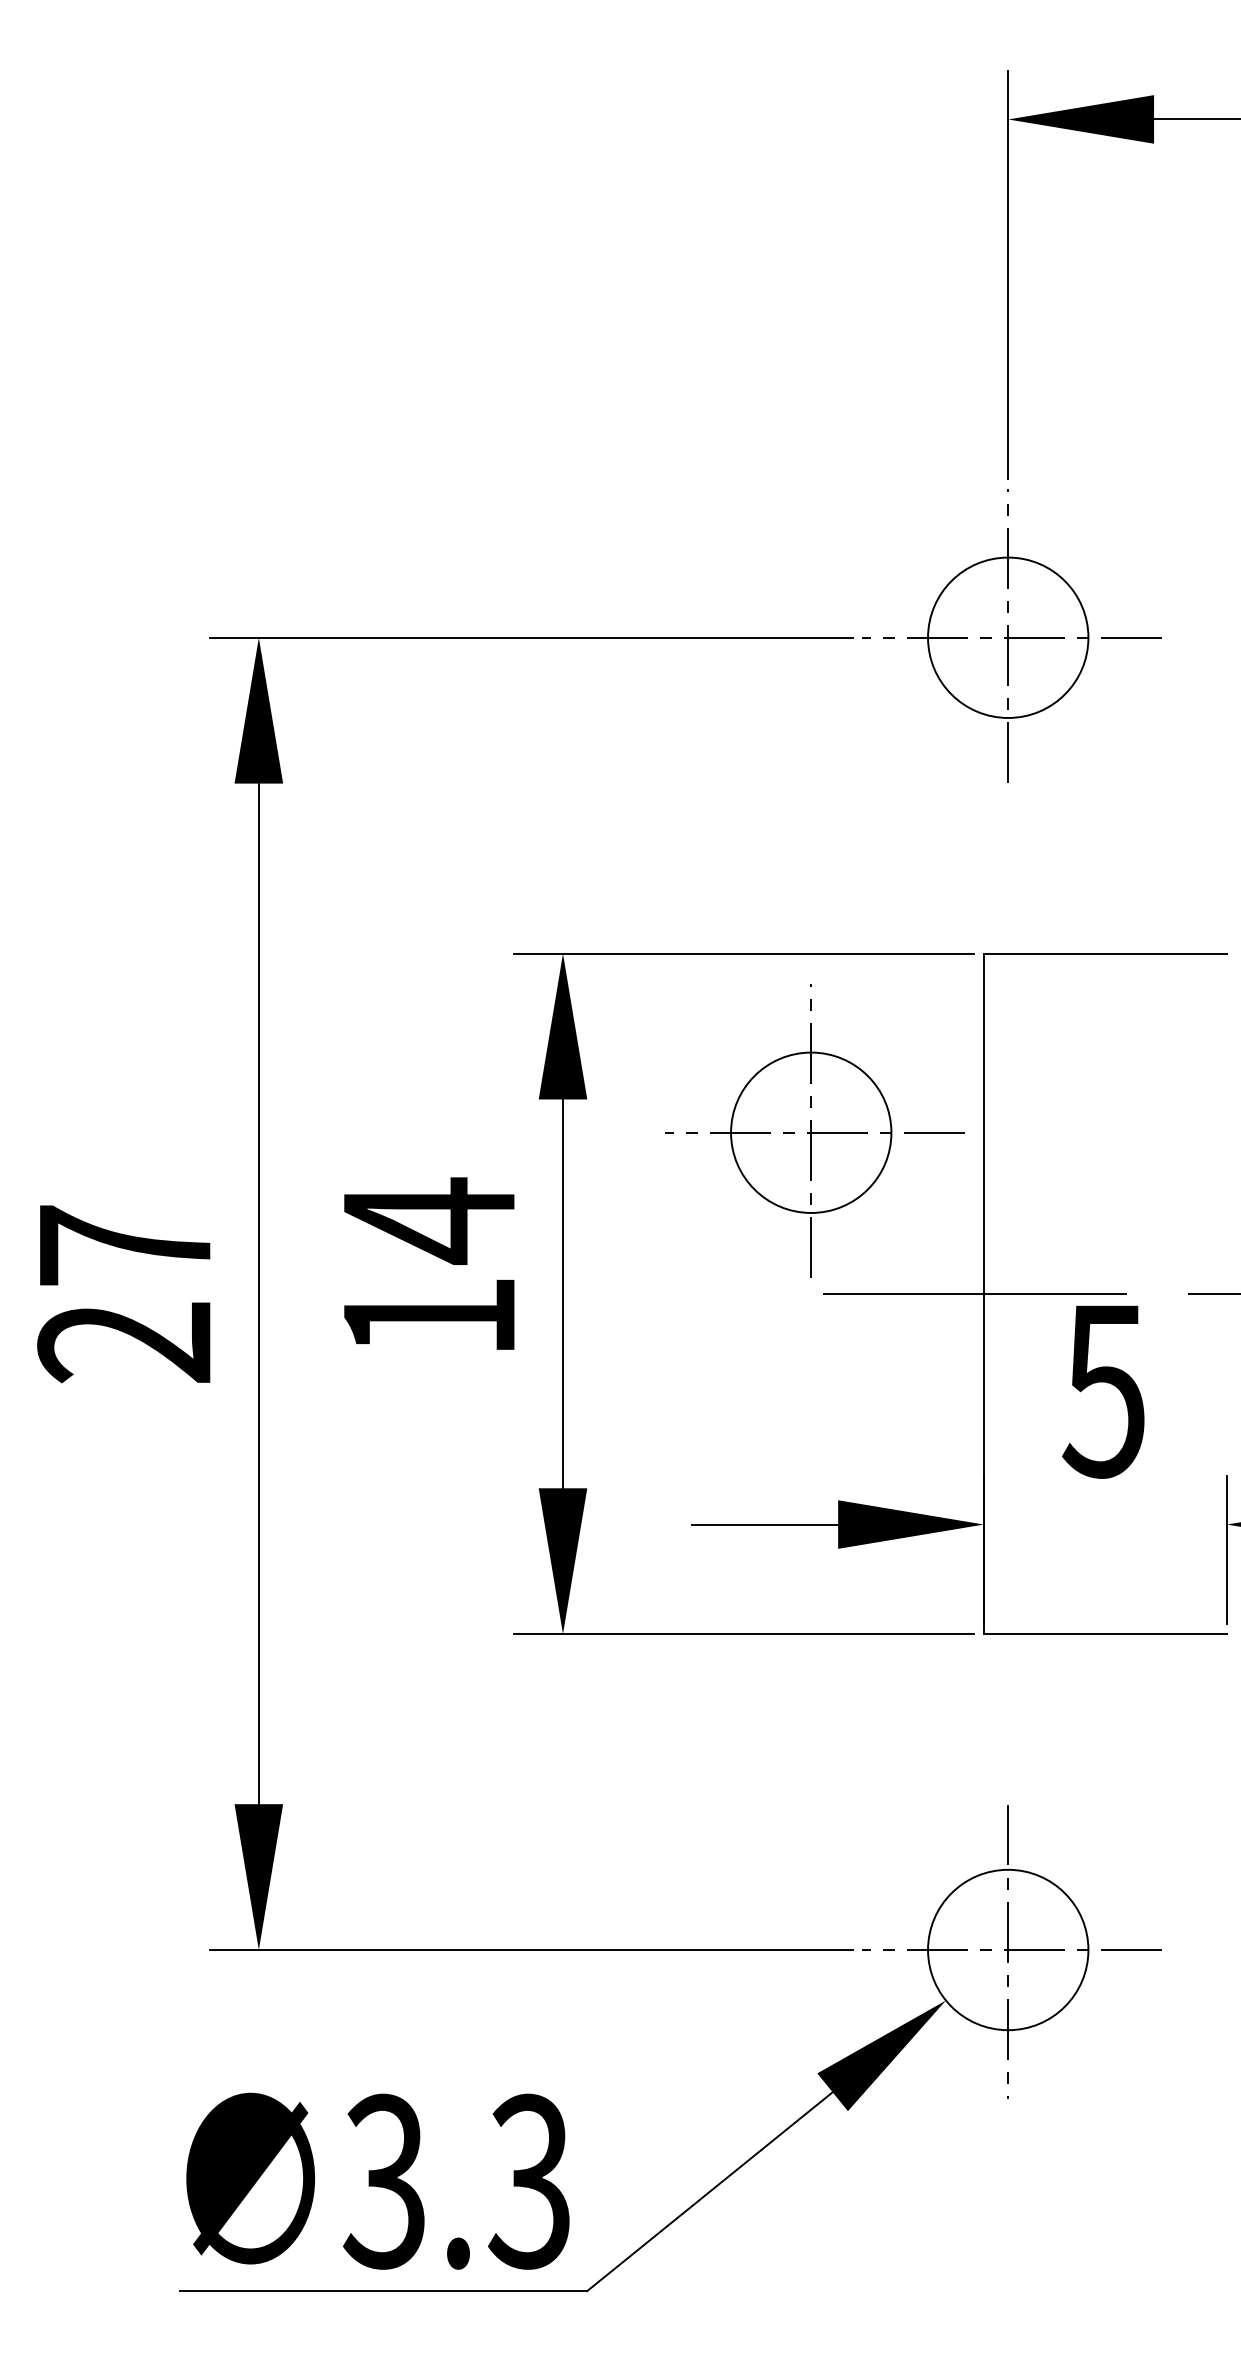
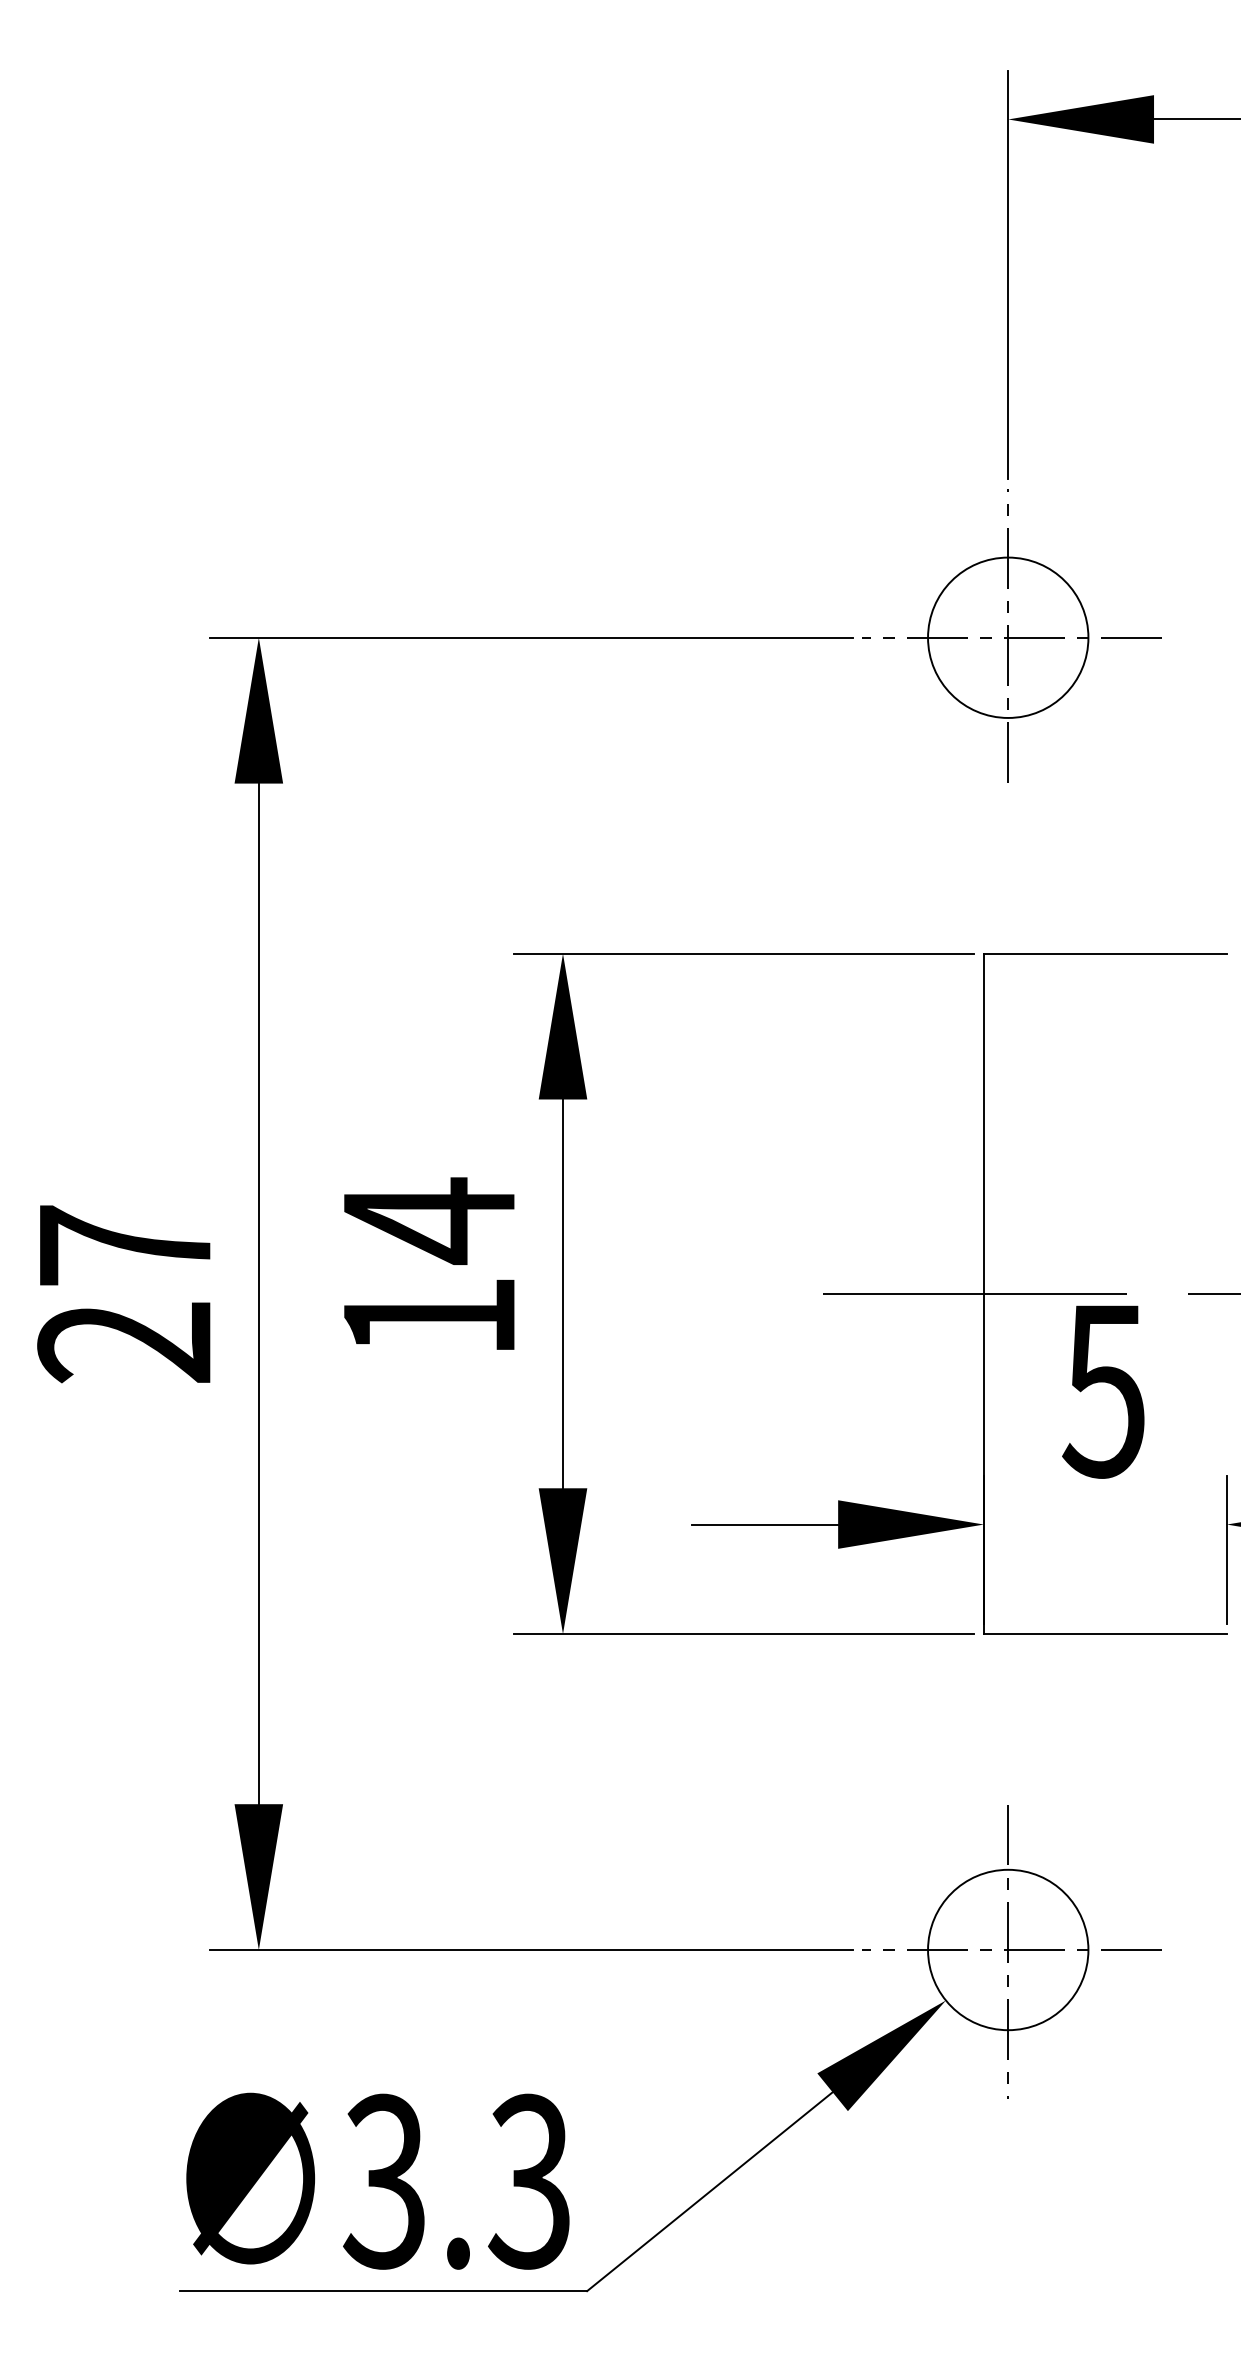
part at (814, 1130): present -> none
